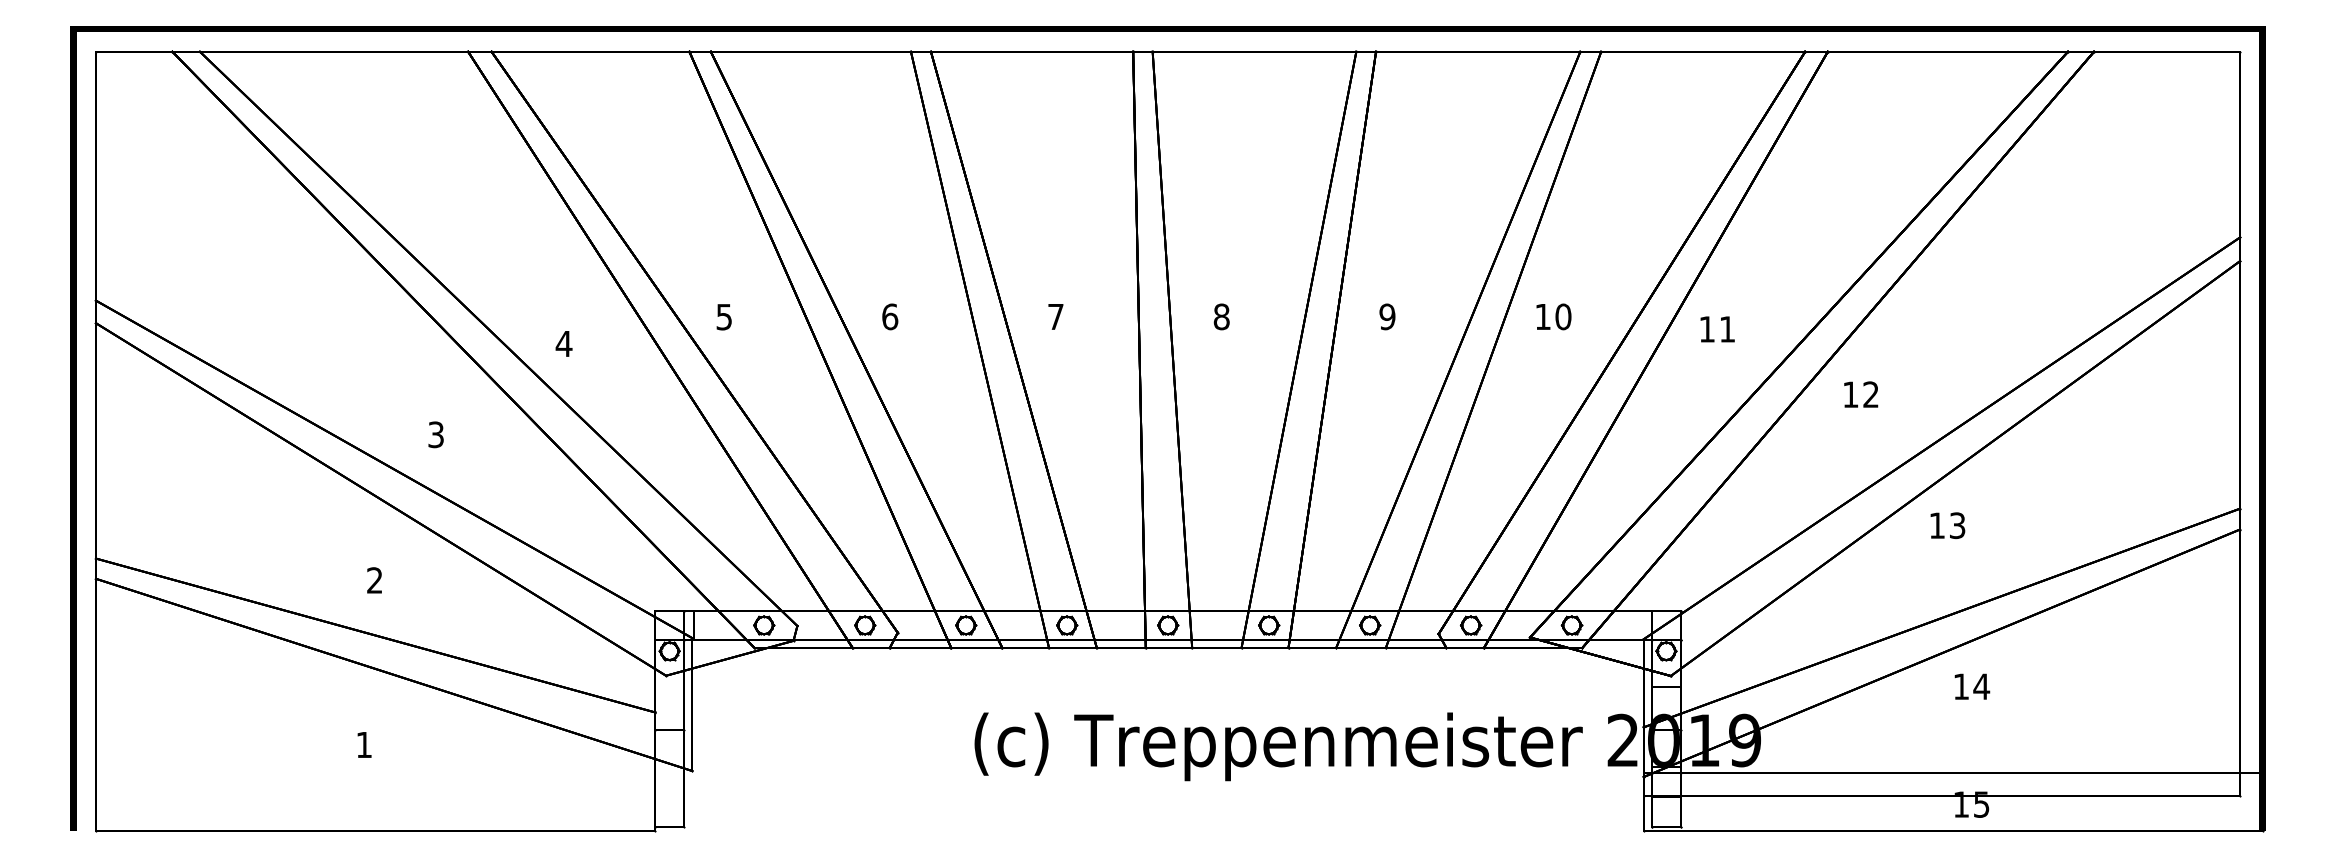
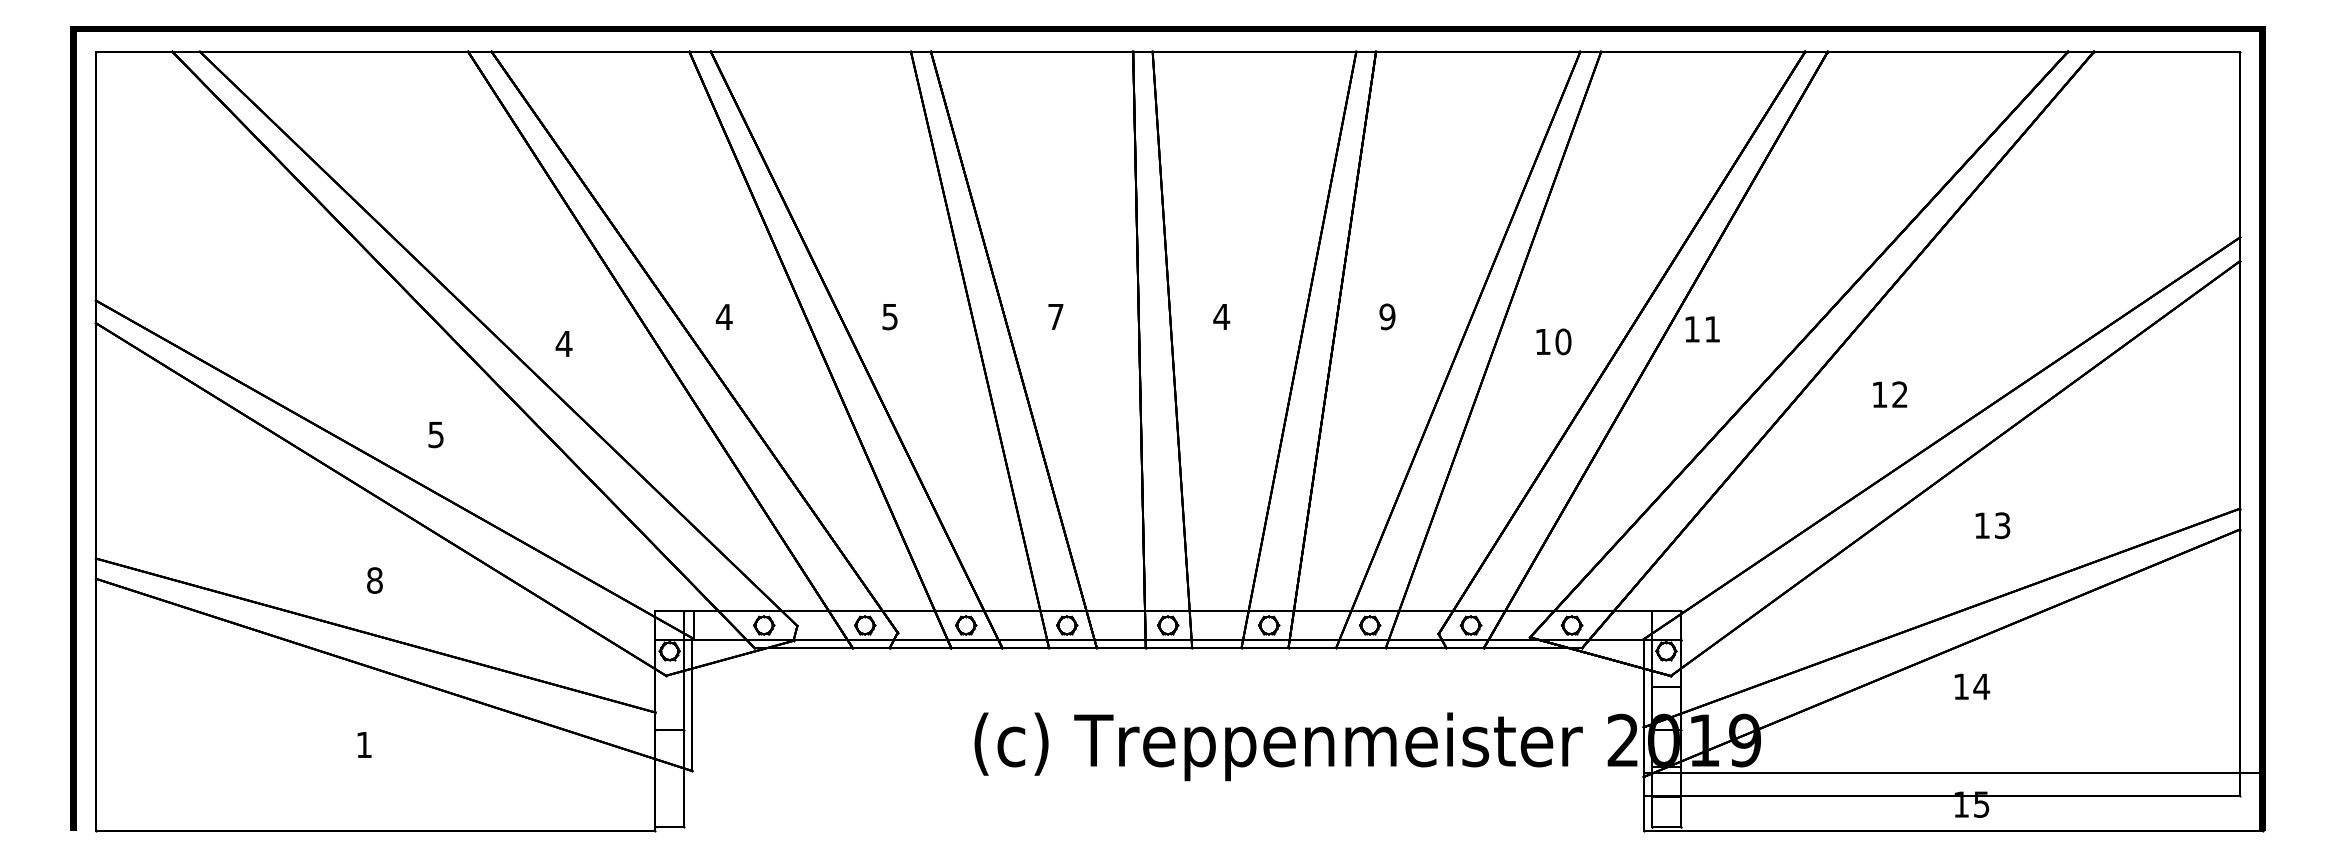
text at (890, 316): 6 -> 5
text at (1221, 316): 8 -> 4
text at (1553, 316) position: (1553, 316) -> (1553, 341)
text at (723, 317): 5 -> 4
text at (1717, 329) position: (1717, 329) -> (1702, 329)
text at (1861, 394) position: (1861, 394) -> (1890, 394)
text at (436, 434): 3 -> 5
text at (1947, 525) position: (1947, 525) -> (1992, 525)
text at (374, 580): 2 -> 8
